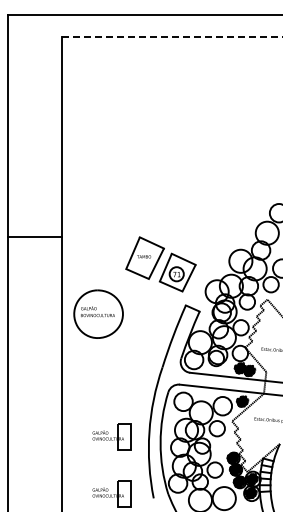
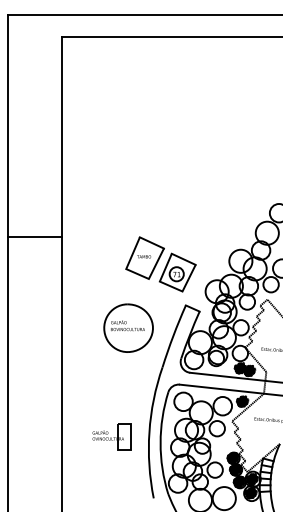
line at (172, 36): dashed -> solid
part at (98, 313) position: (98, 313) -> (128, 327)
part at (111, 493): present -> none
